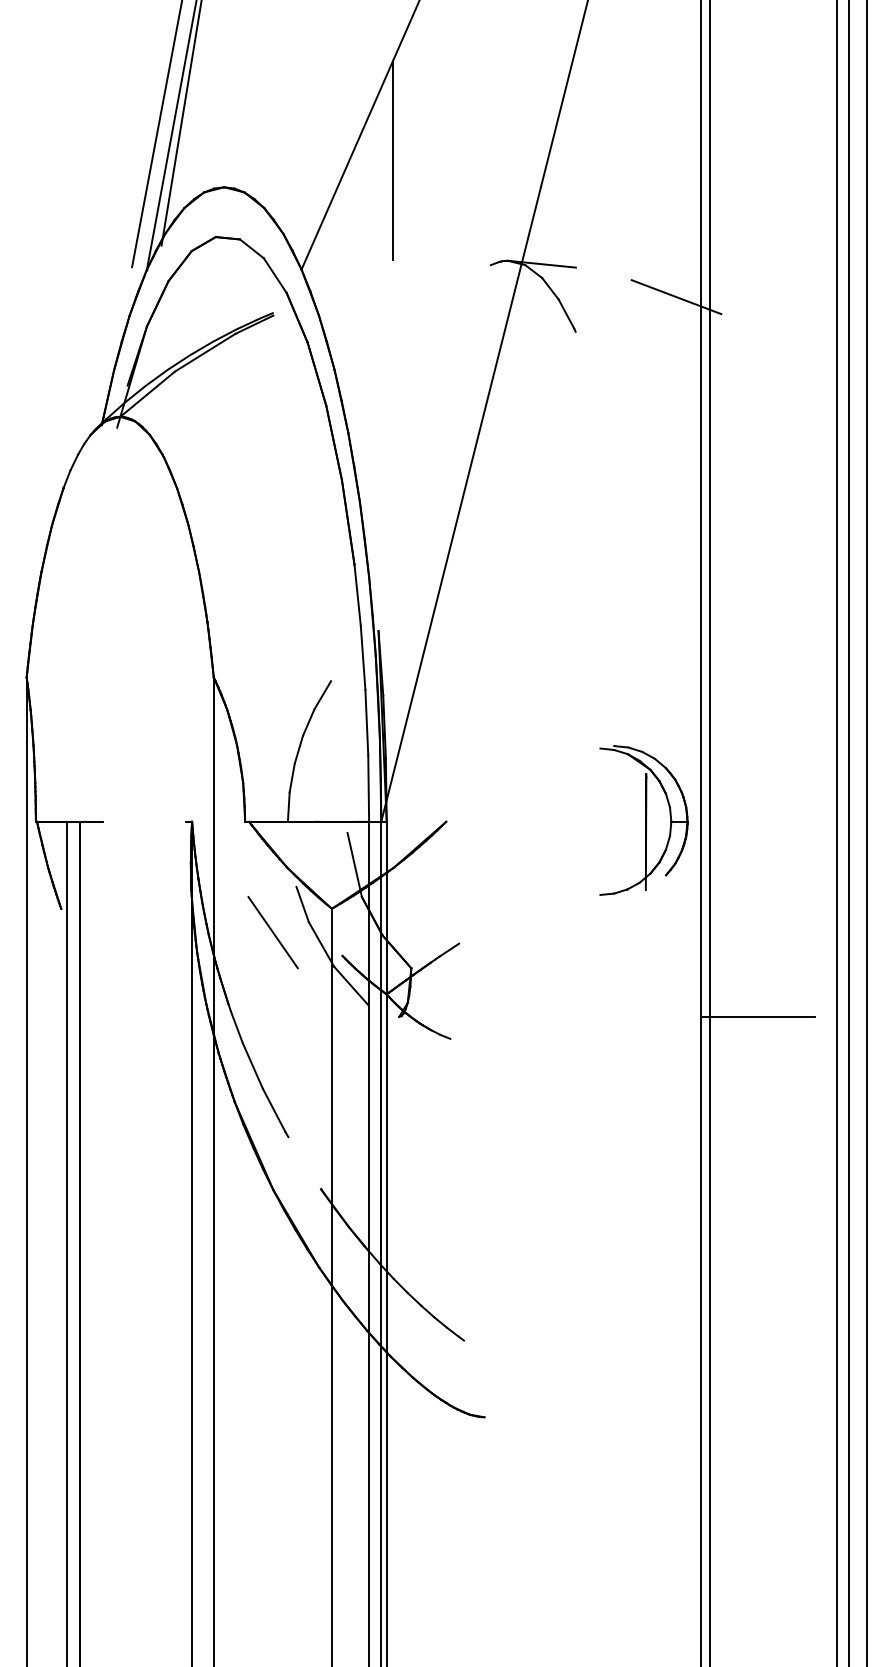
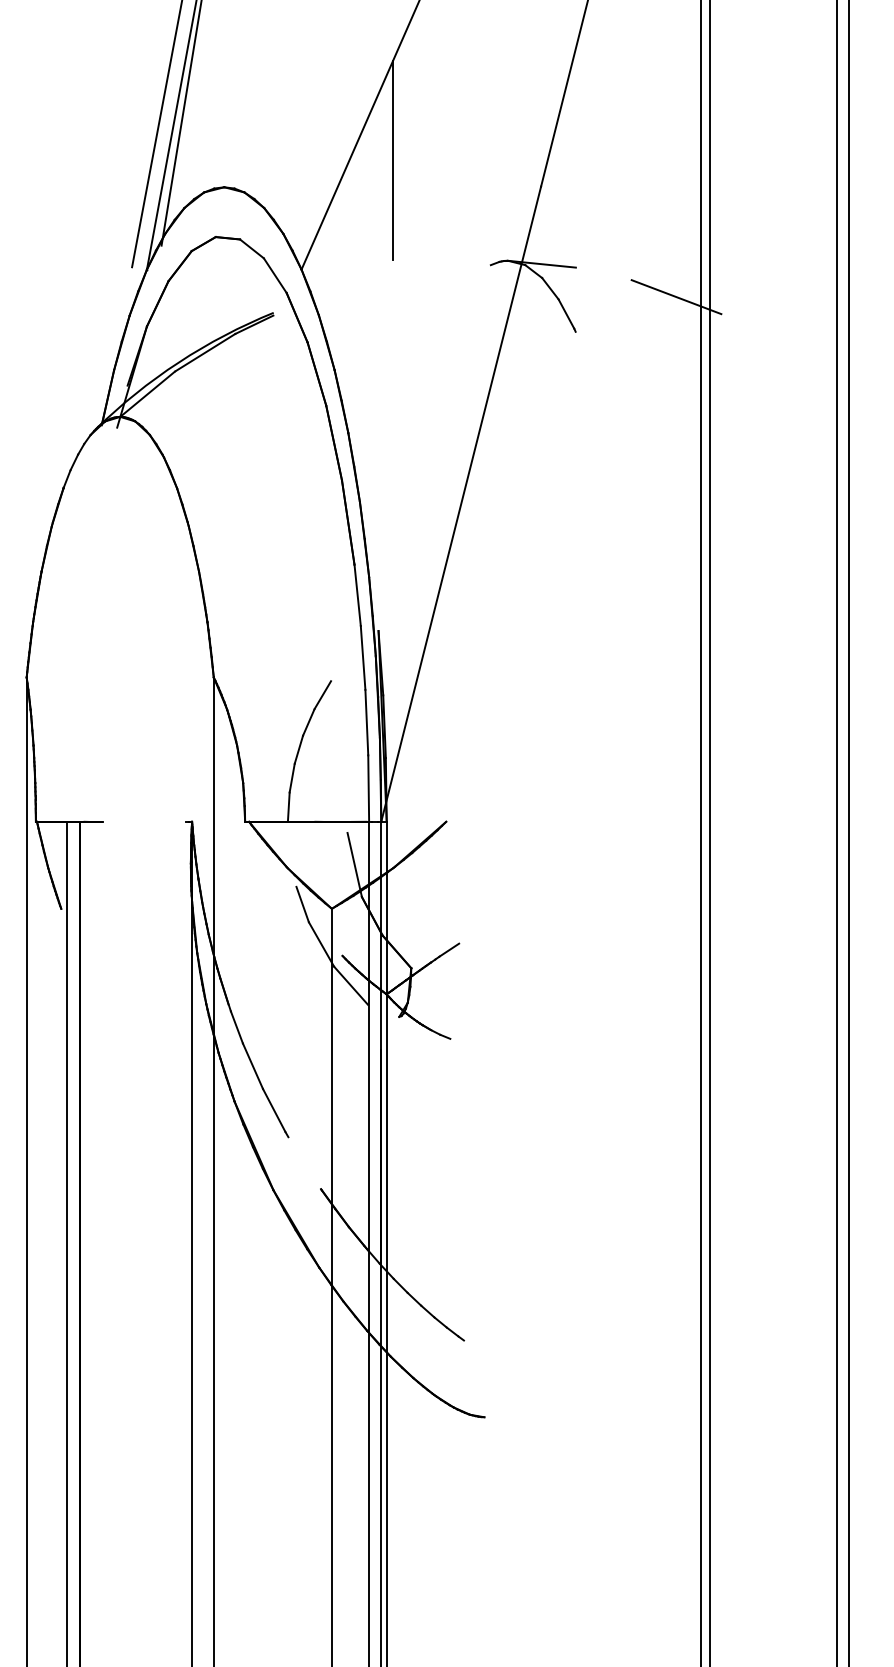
part at (643, 820): present -> none
line at (867, 832): present -> none
line at (272, 932): present -> none
line at (758, 1016): present -> none
